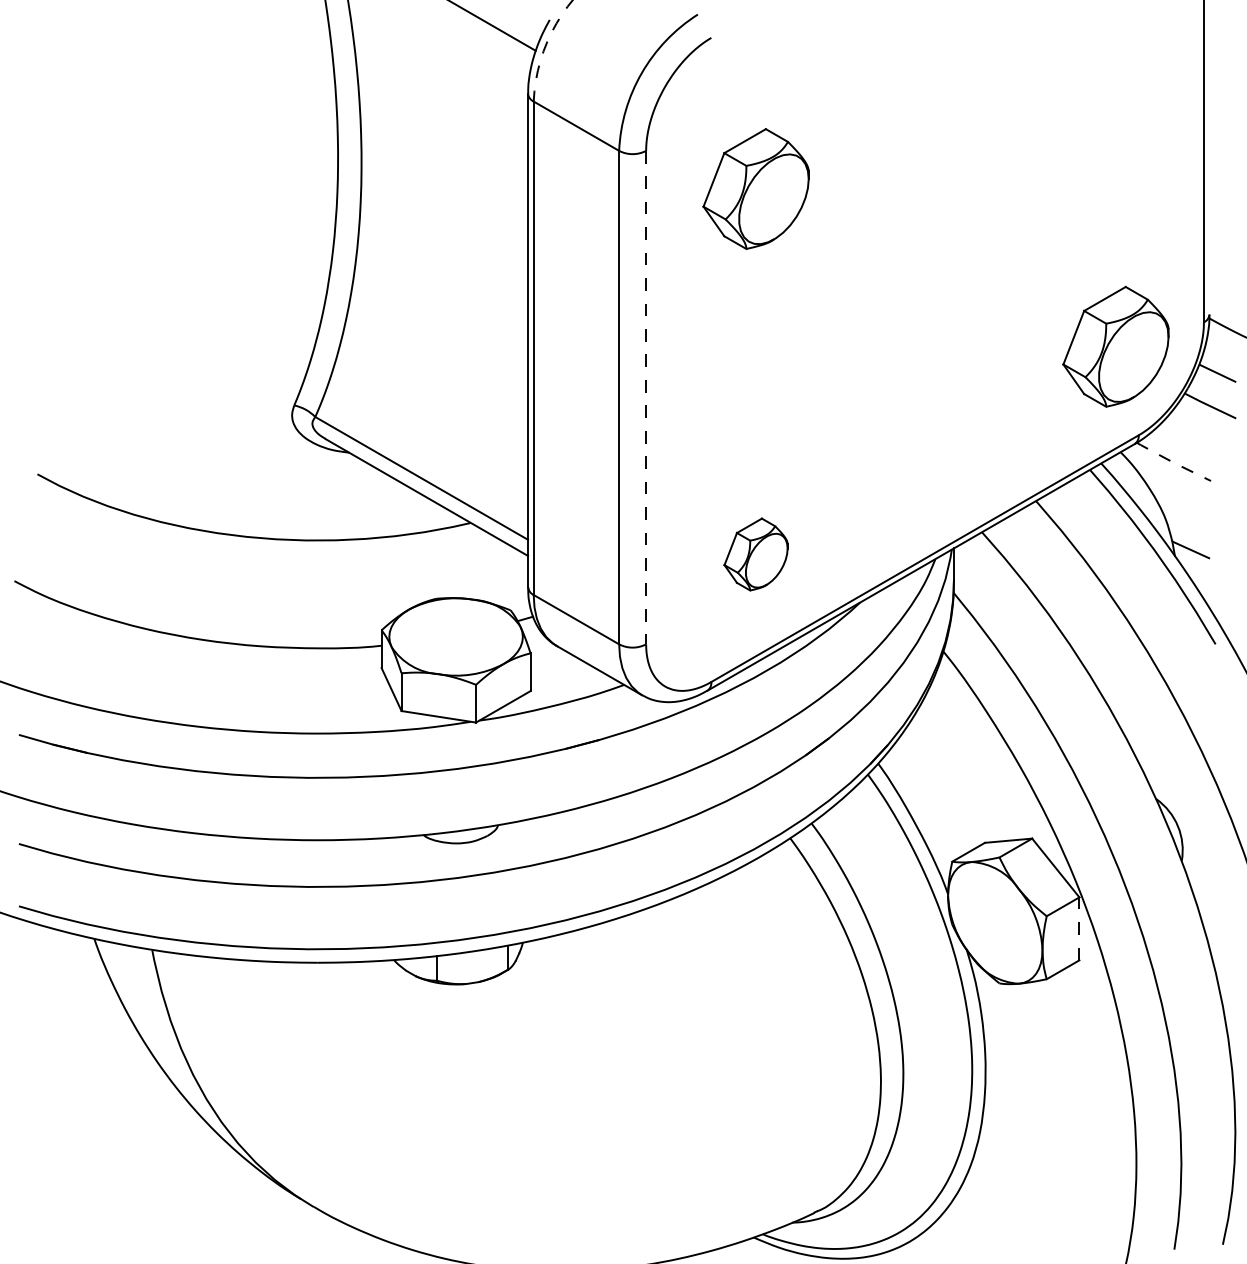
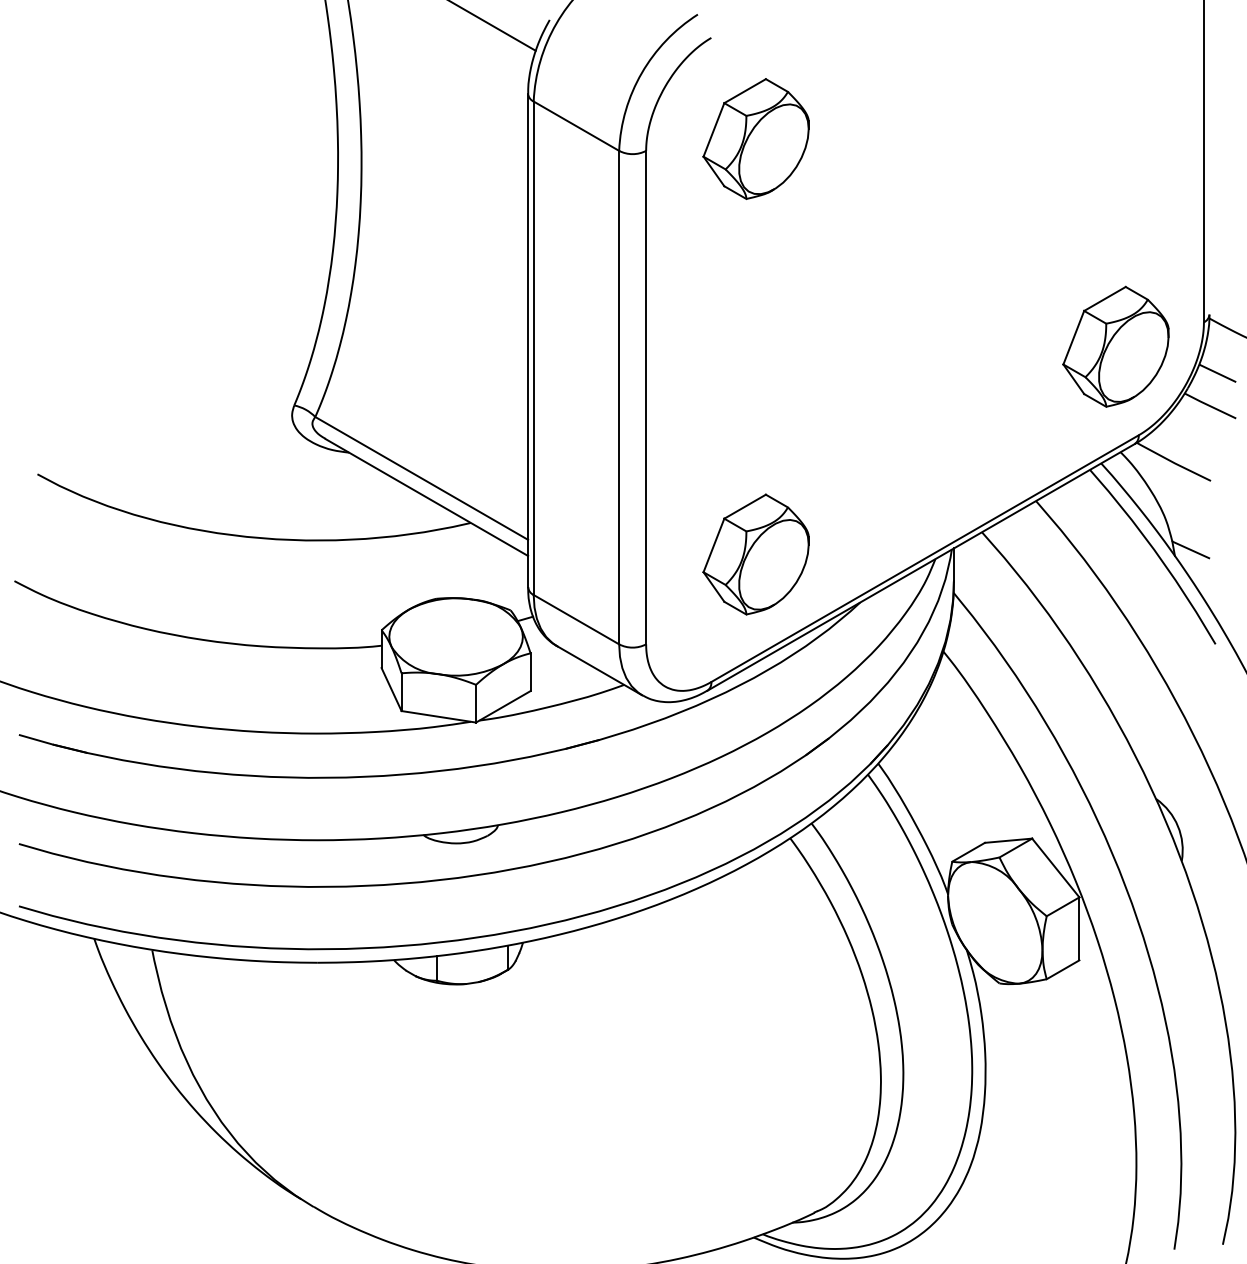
arc at (544, 47): dashed -> solid
part at (755, 188) position: (755, 188) -> (755, 138)
line at (646, 397): dashed -> solid
line at (1173, 462): dashed -> solid
part at (755, 554) size: 66x75 px -> 108x123 px
line at (1079, 928): dashed -> solid
